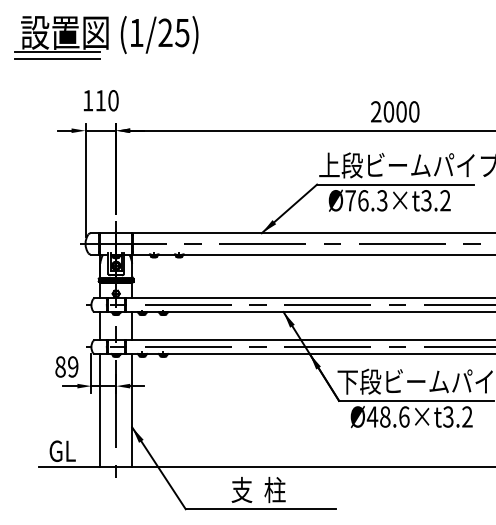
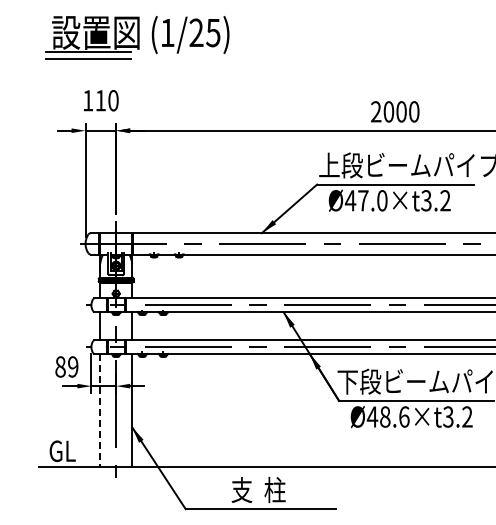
part at (106, 37) position: (106, 37) -> (137, 37)
text at (365, 200): Ø76.3×t3.2 -> Ø47.0×t3.2
line at (100, 410): solid -> dashed
